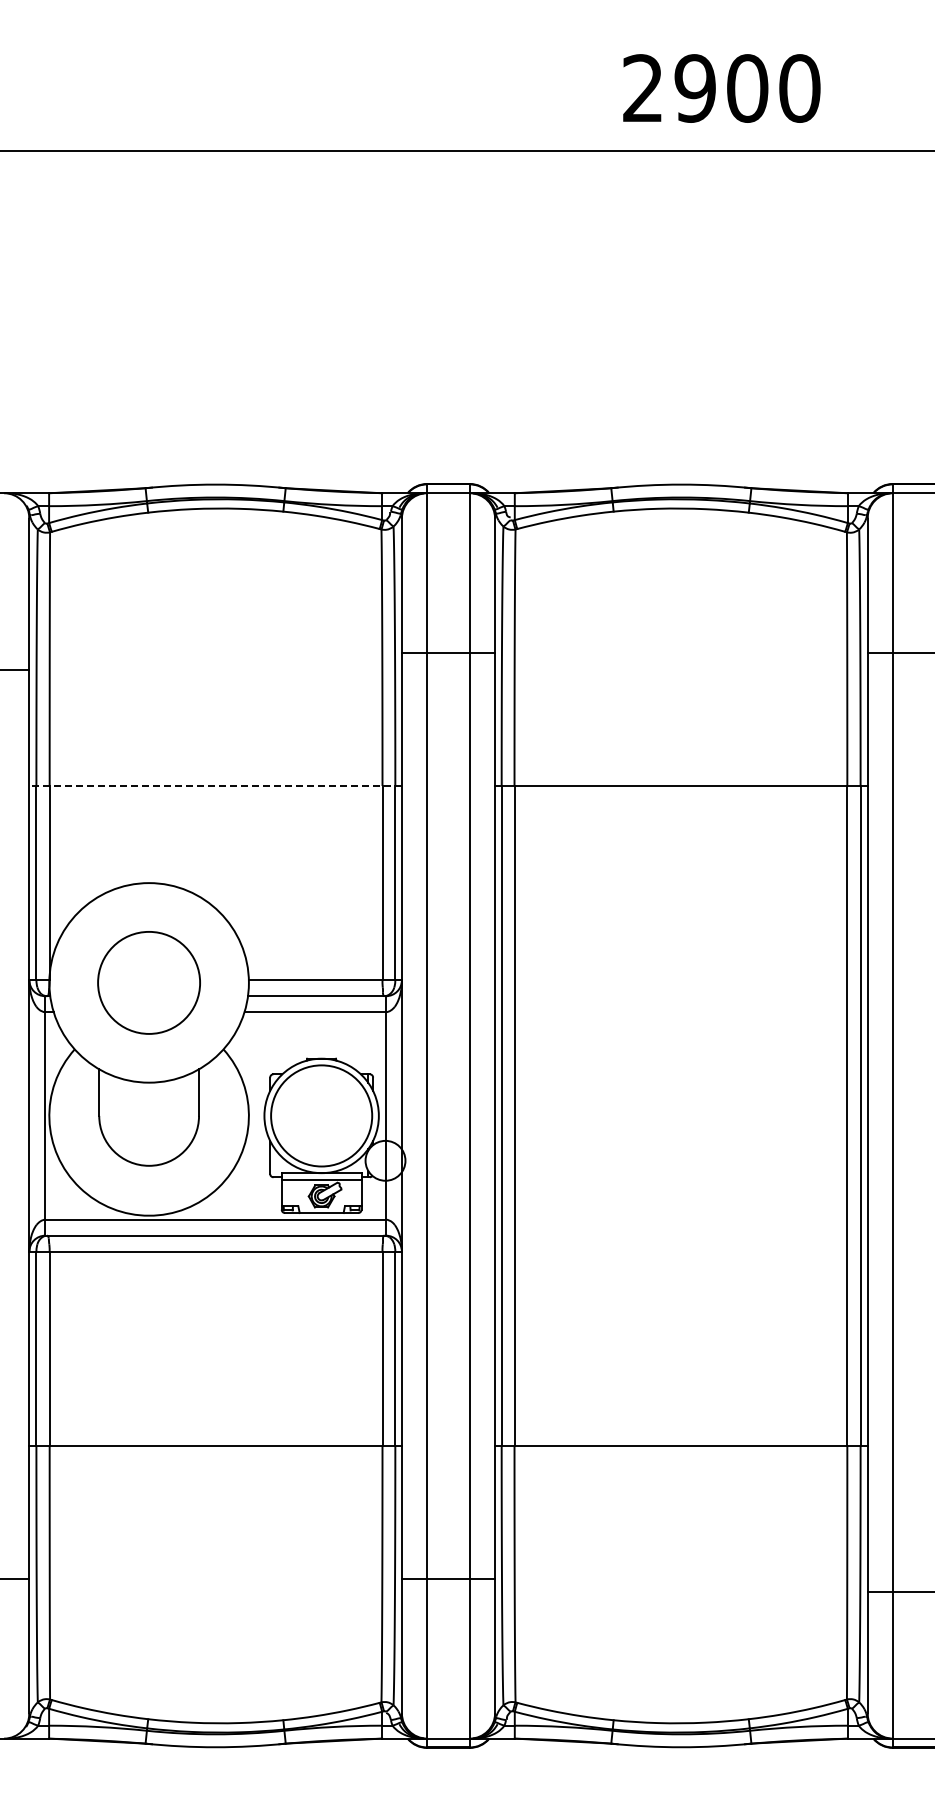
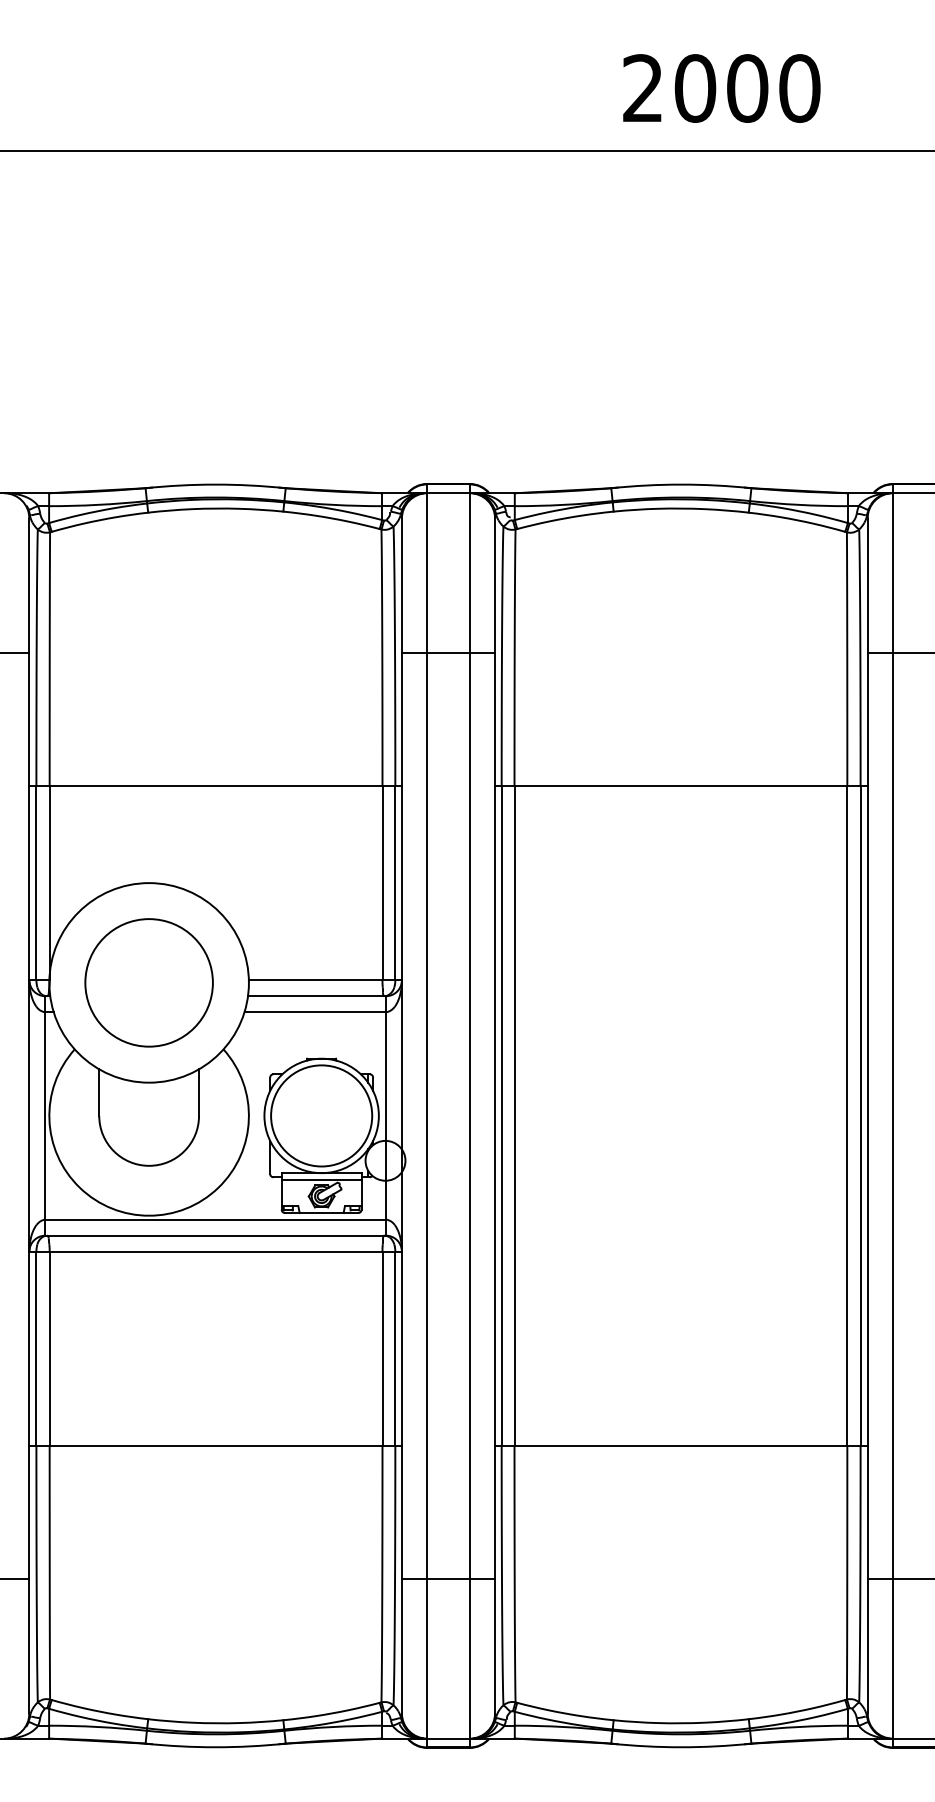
text at (695, 88): 2900 -> 2000
line at (15, 669) position: (15, 669) -> (15, 652)
line at (215, 785): dashed -> solid
circle at (148, 982) size: 104x104 px -> 130x130 px
line at (899, 1591) position: (899, 1591) -> (899, 1578)
